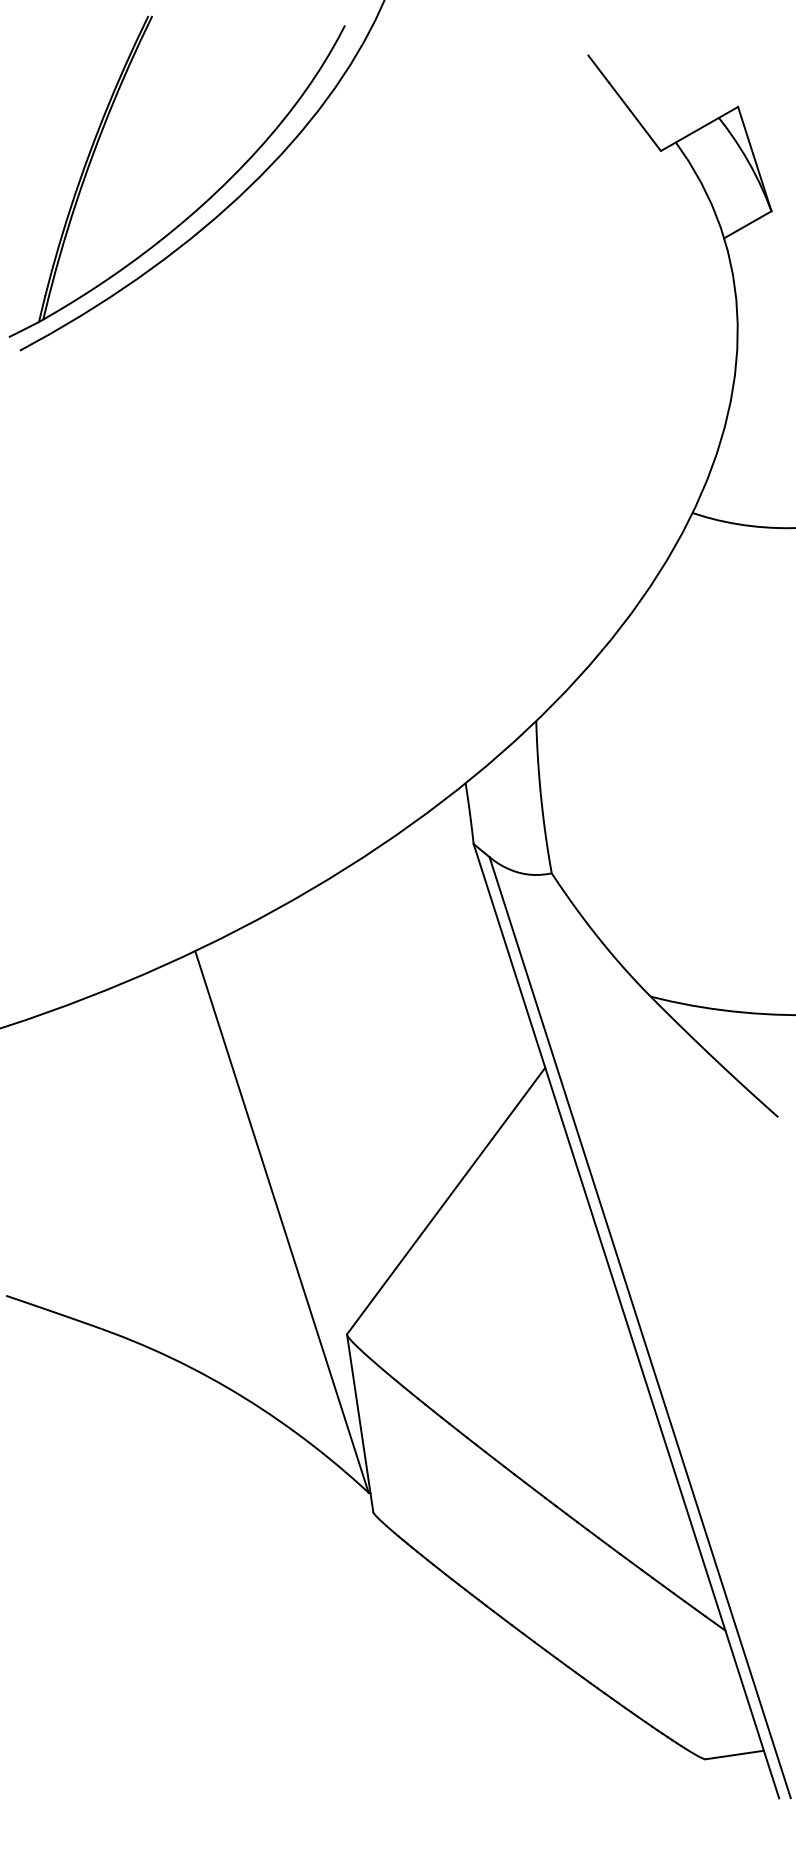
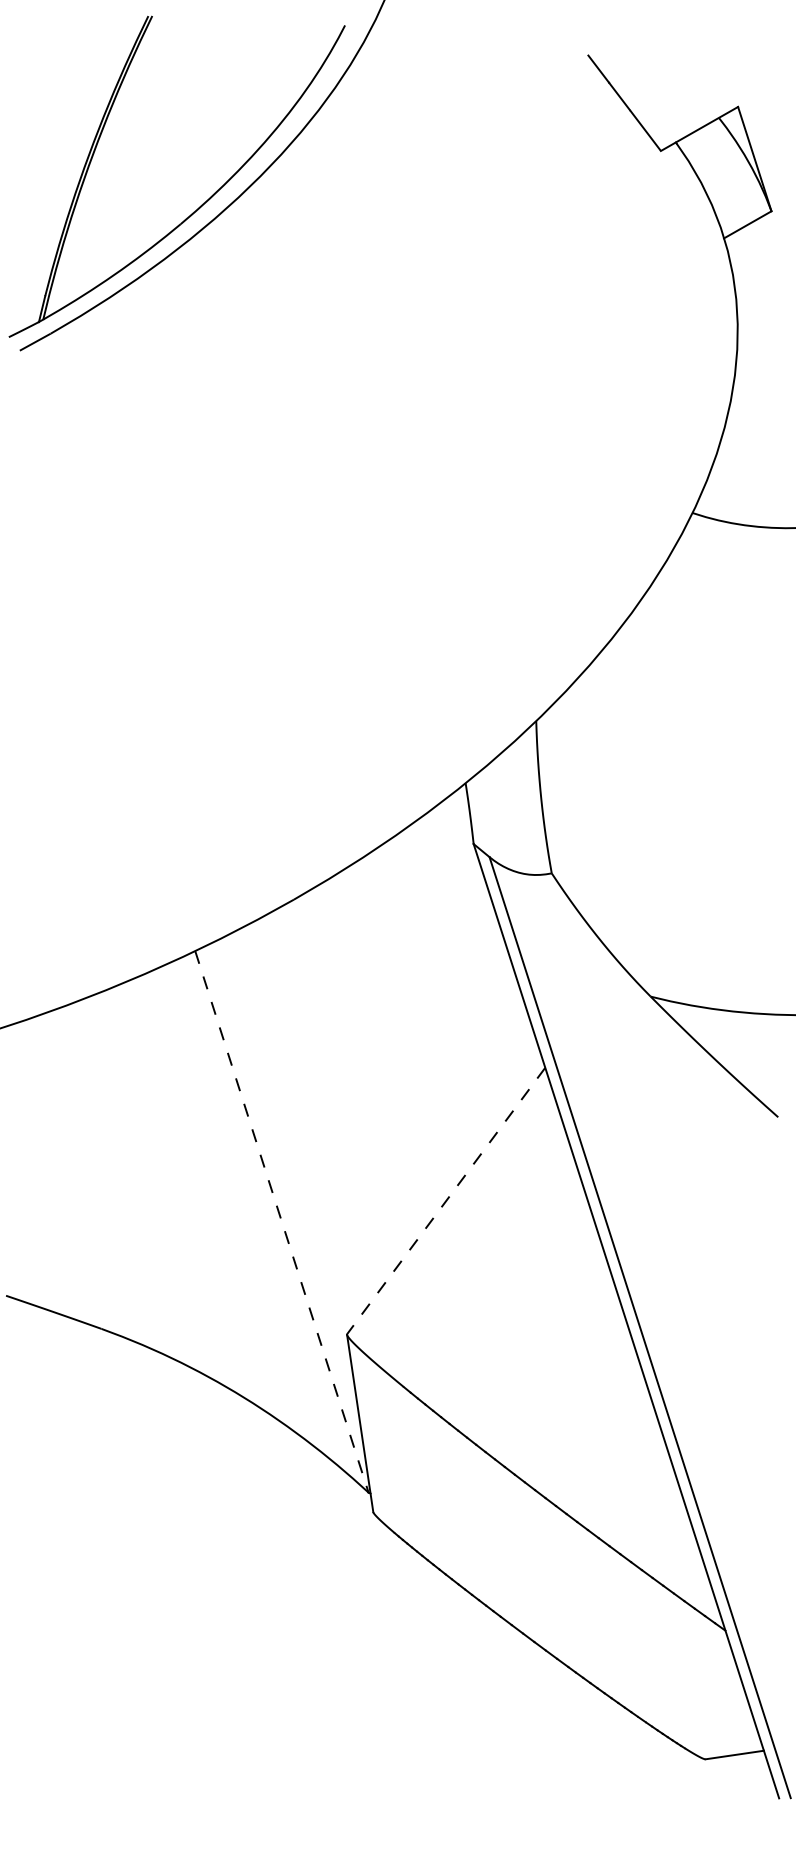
line at (446, 1200): solid -> dashed
line at (282, 1222): solid -> dashed
